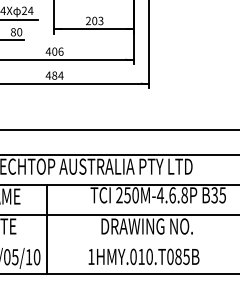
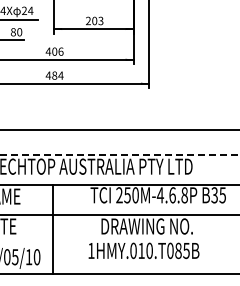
line at (119, 154): solid -> dashed
line at (47, 229) position: (47, 229) -> (53, 229)
text at (143, 256) position: (143, 256) -> (143, 250)
